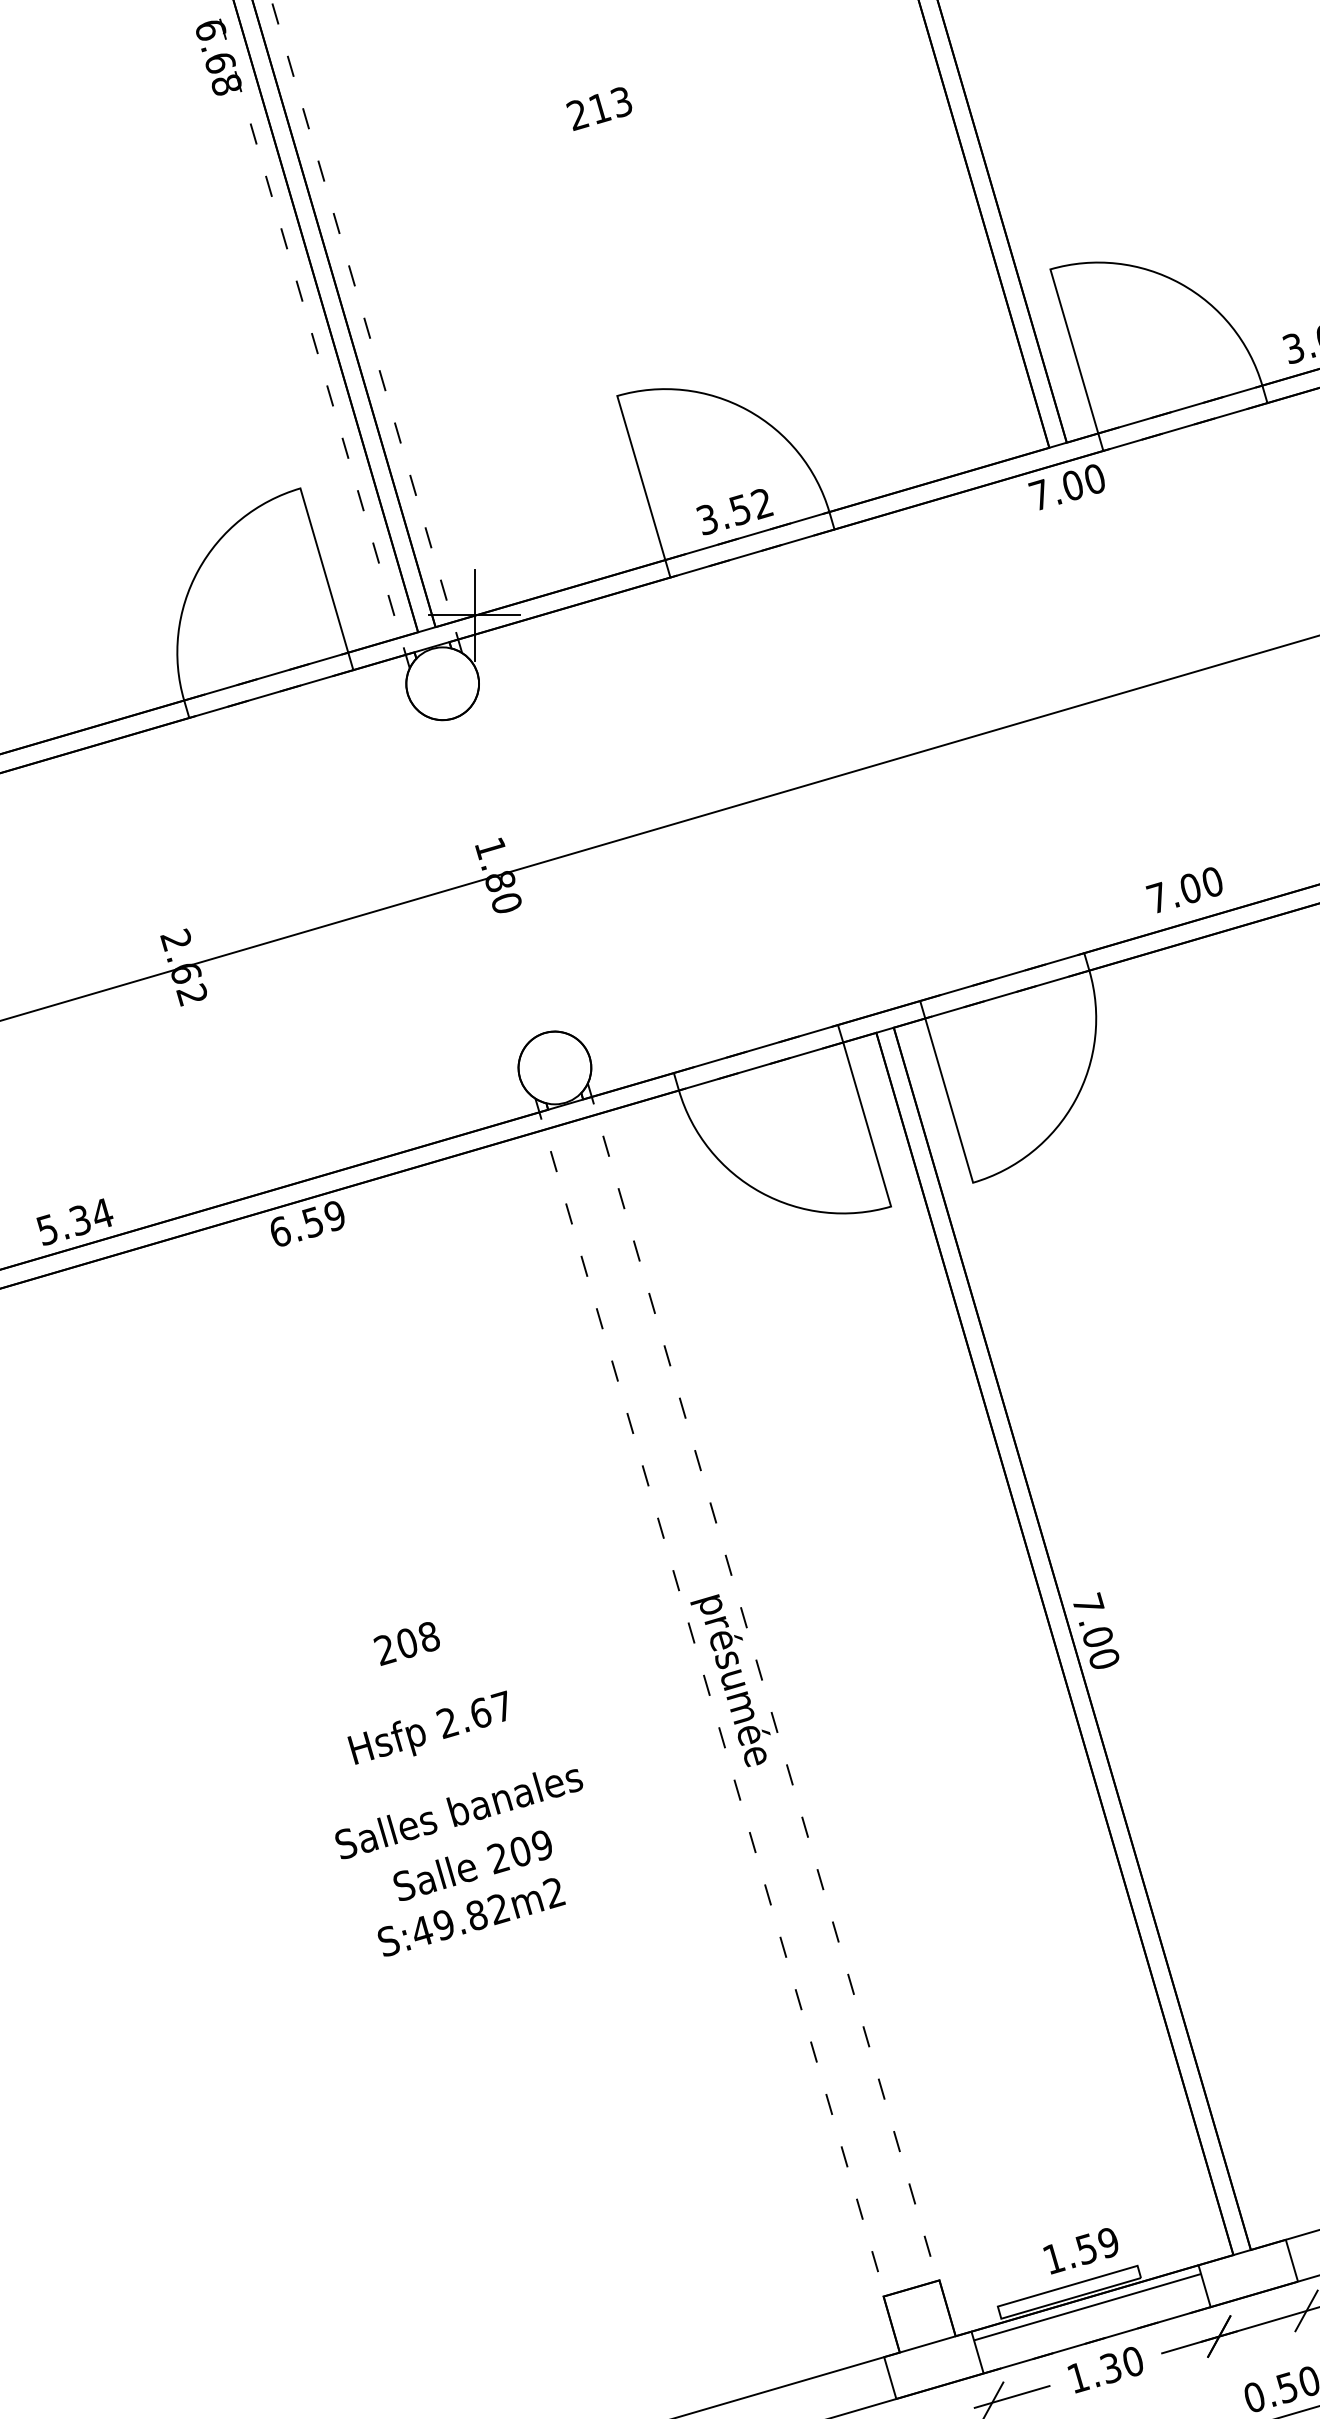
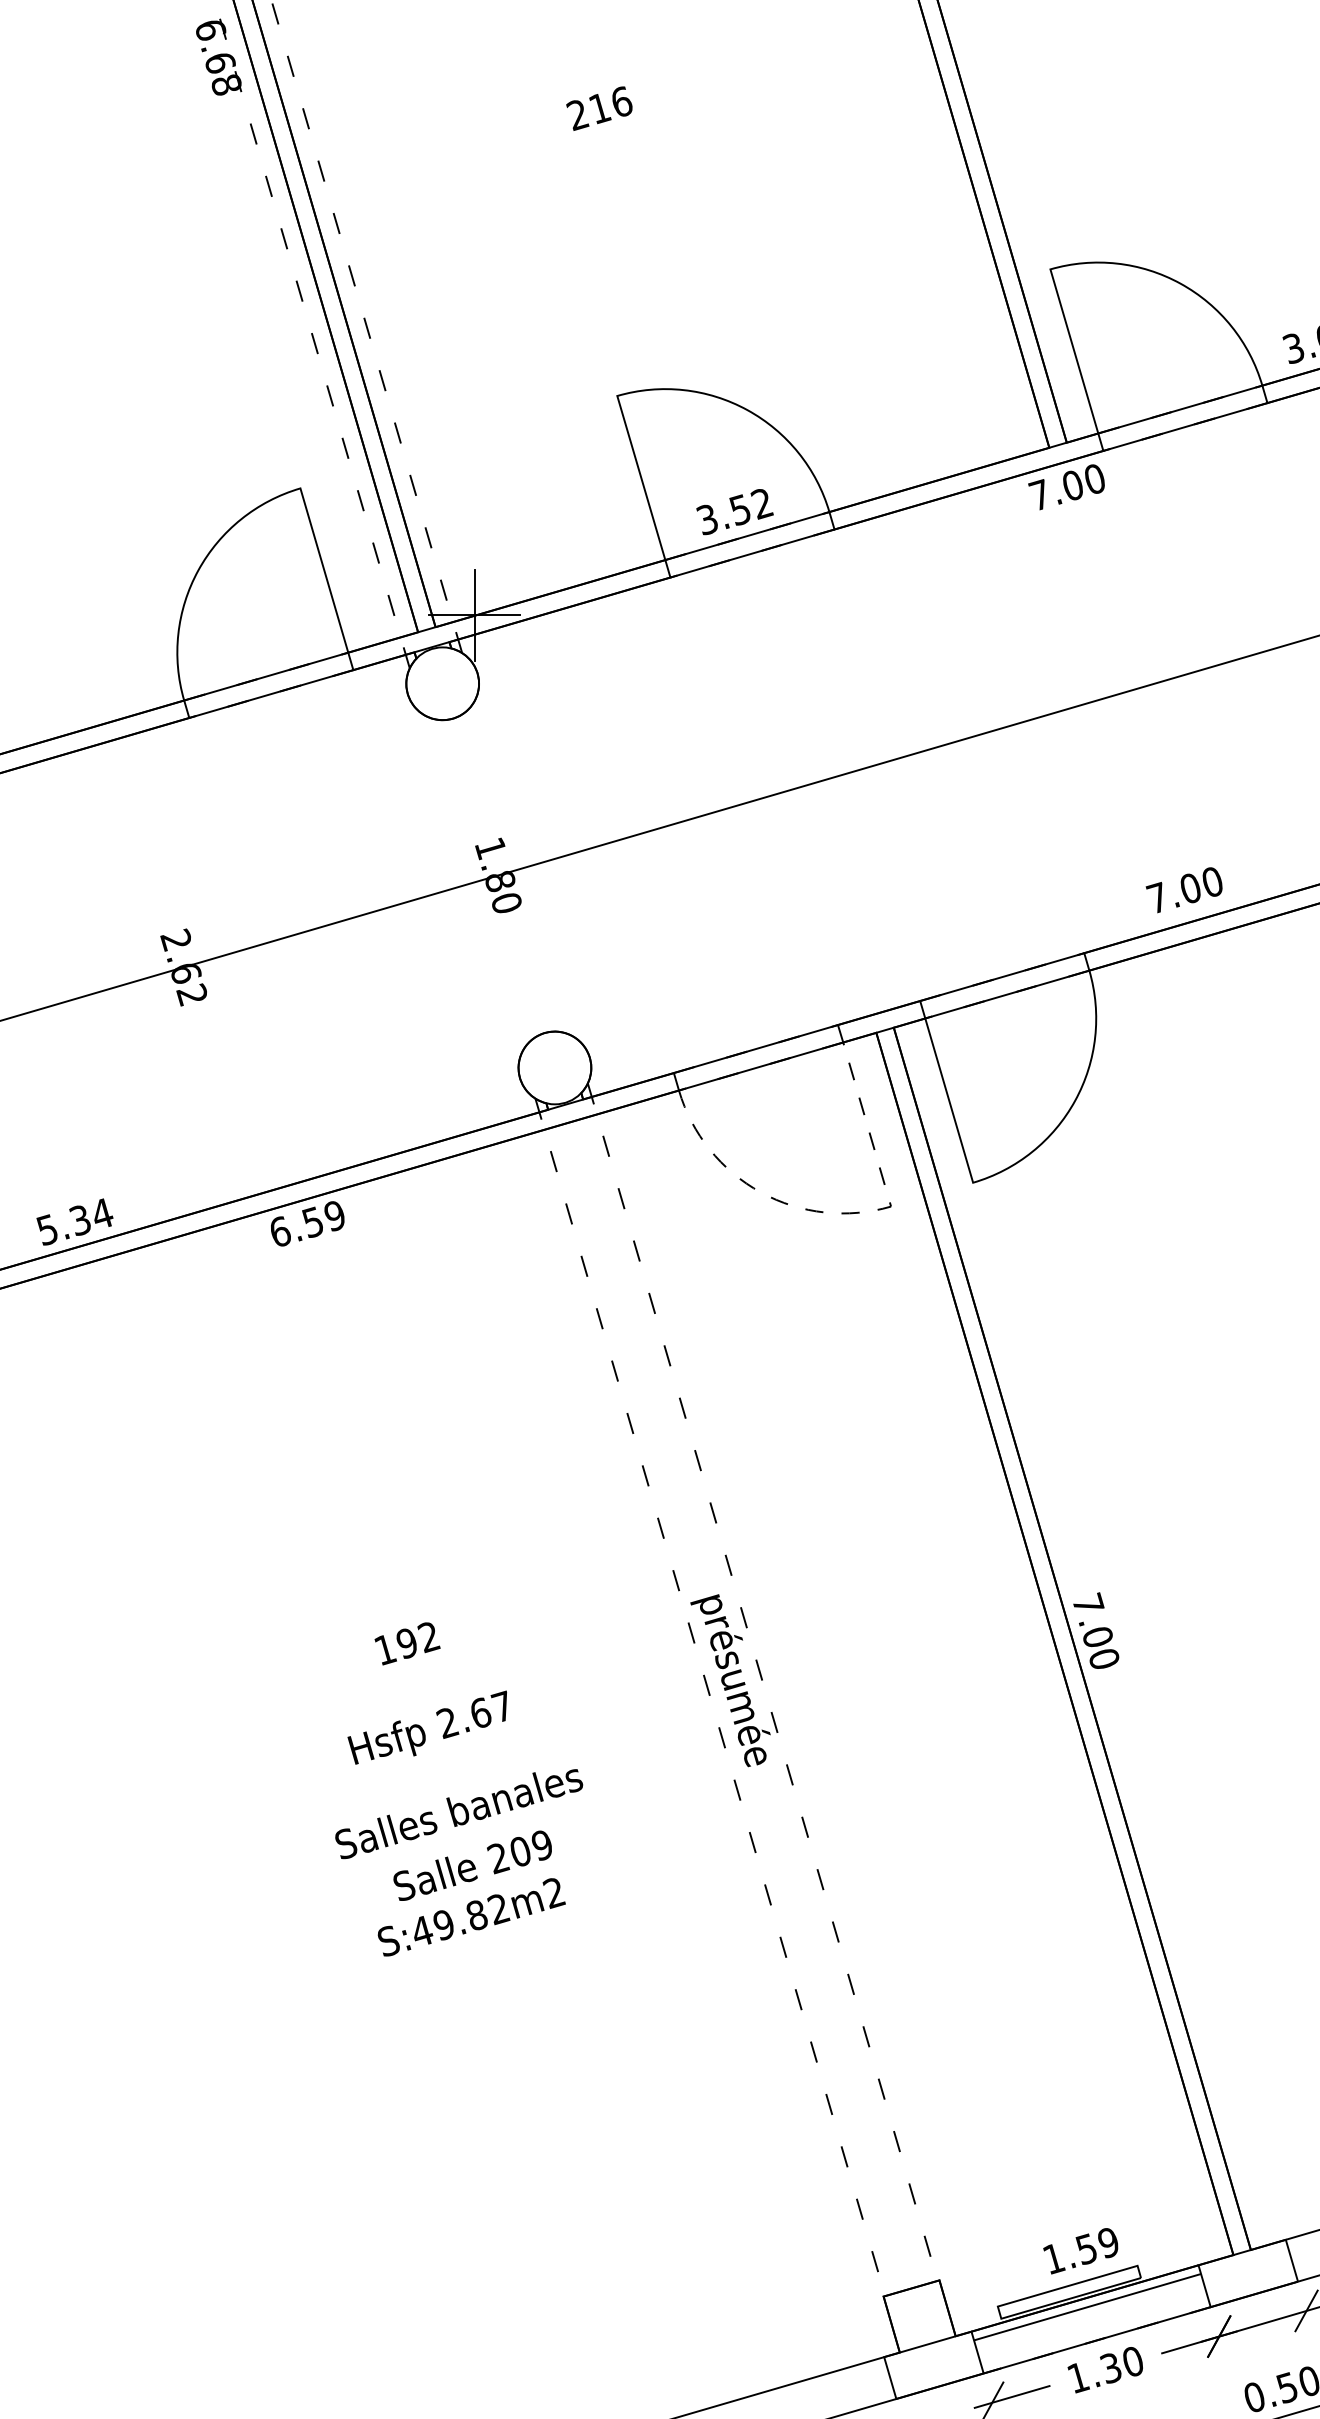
text at (621, 101): 213 -> 216
line at (830, 1212): solid -> dashed
text at (406, 1643): 208 -> 192
